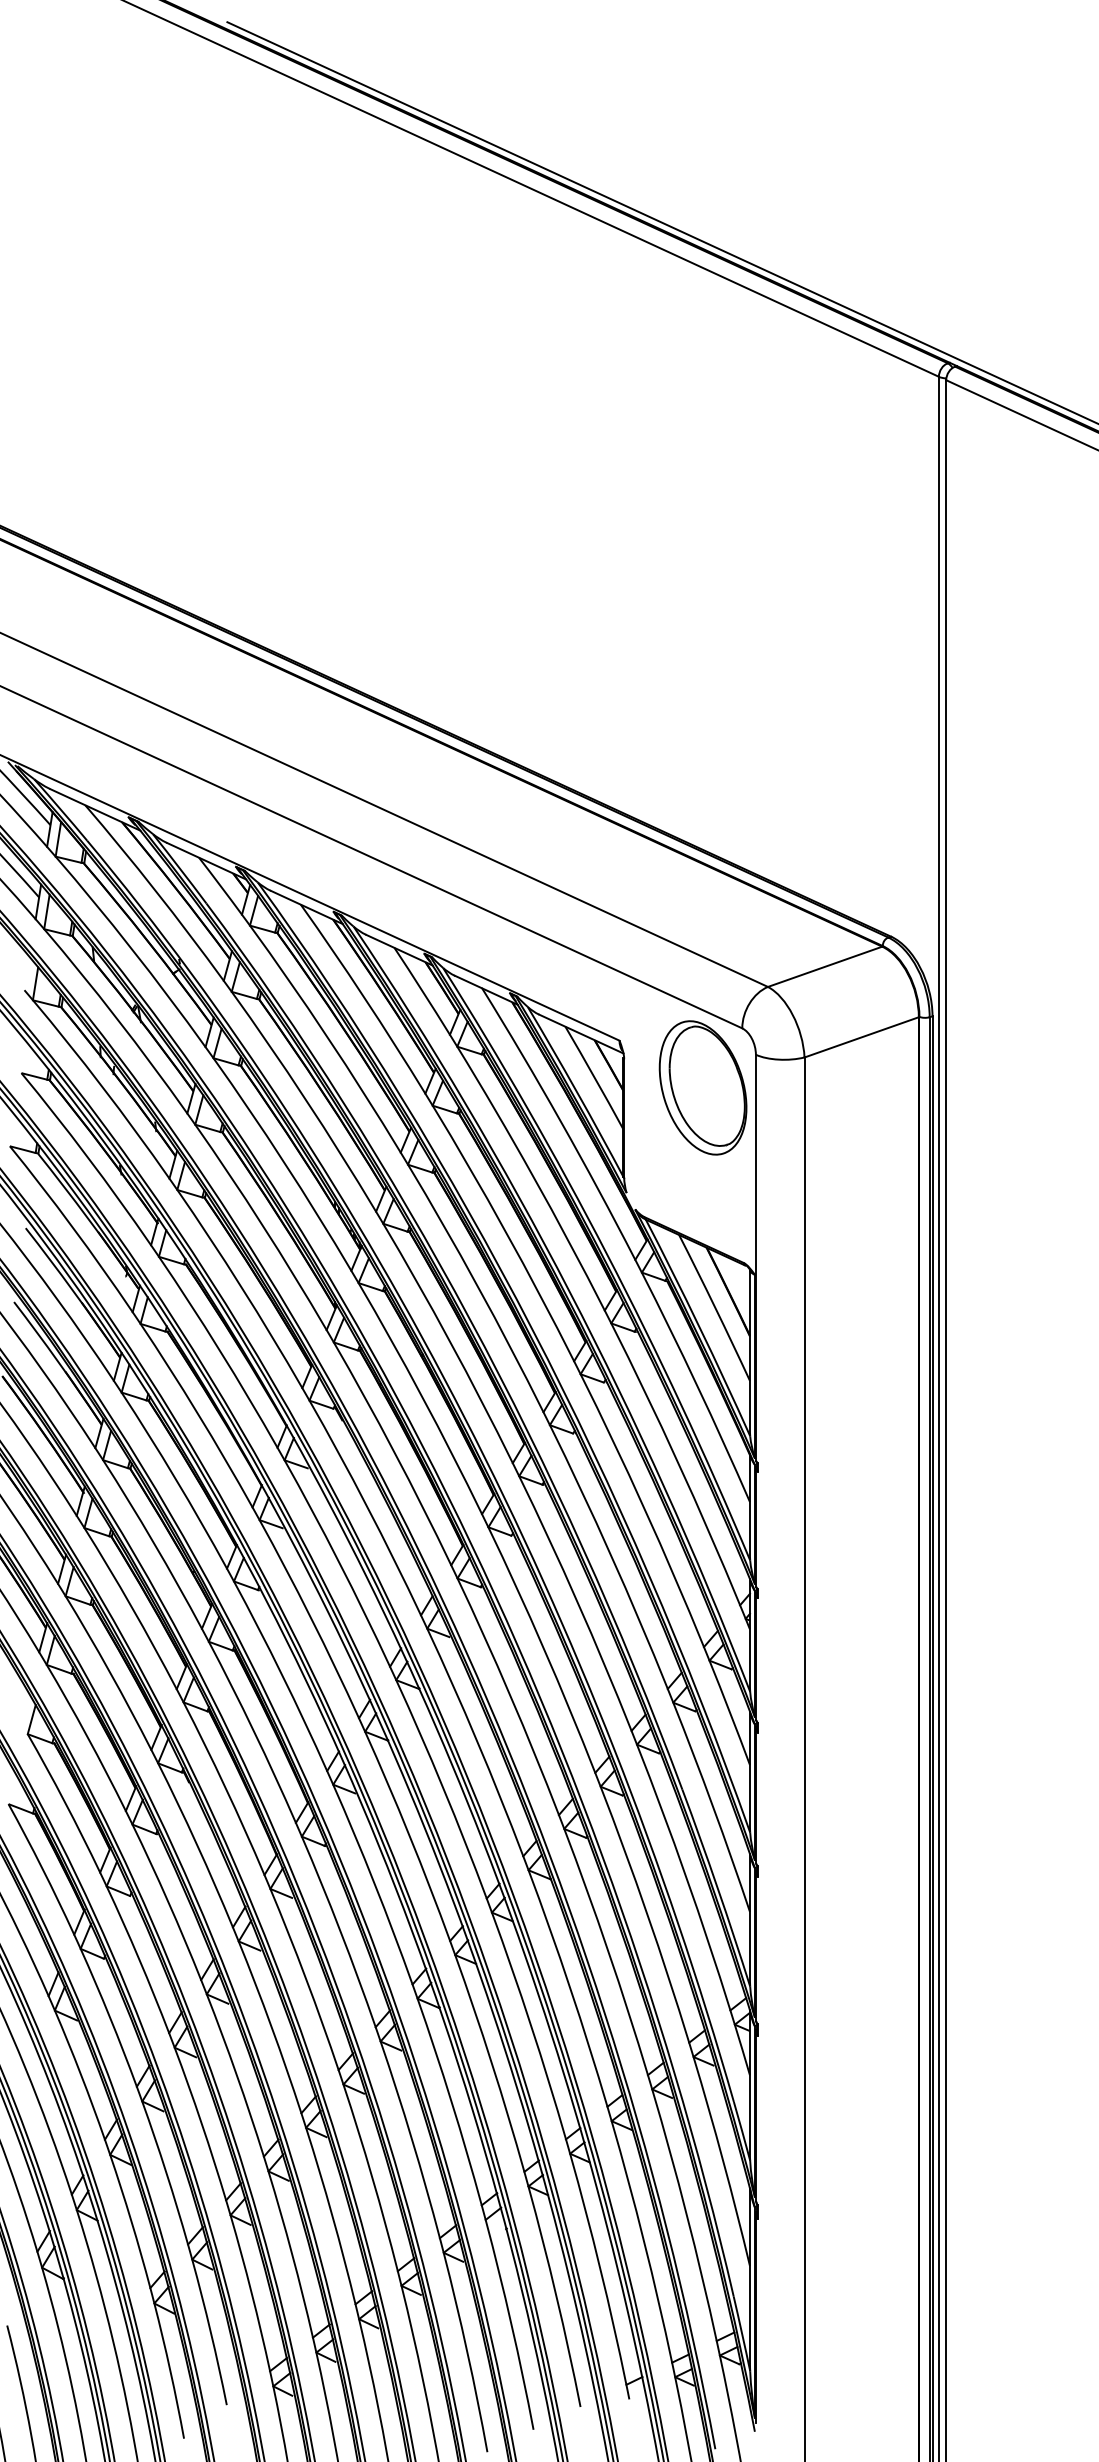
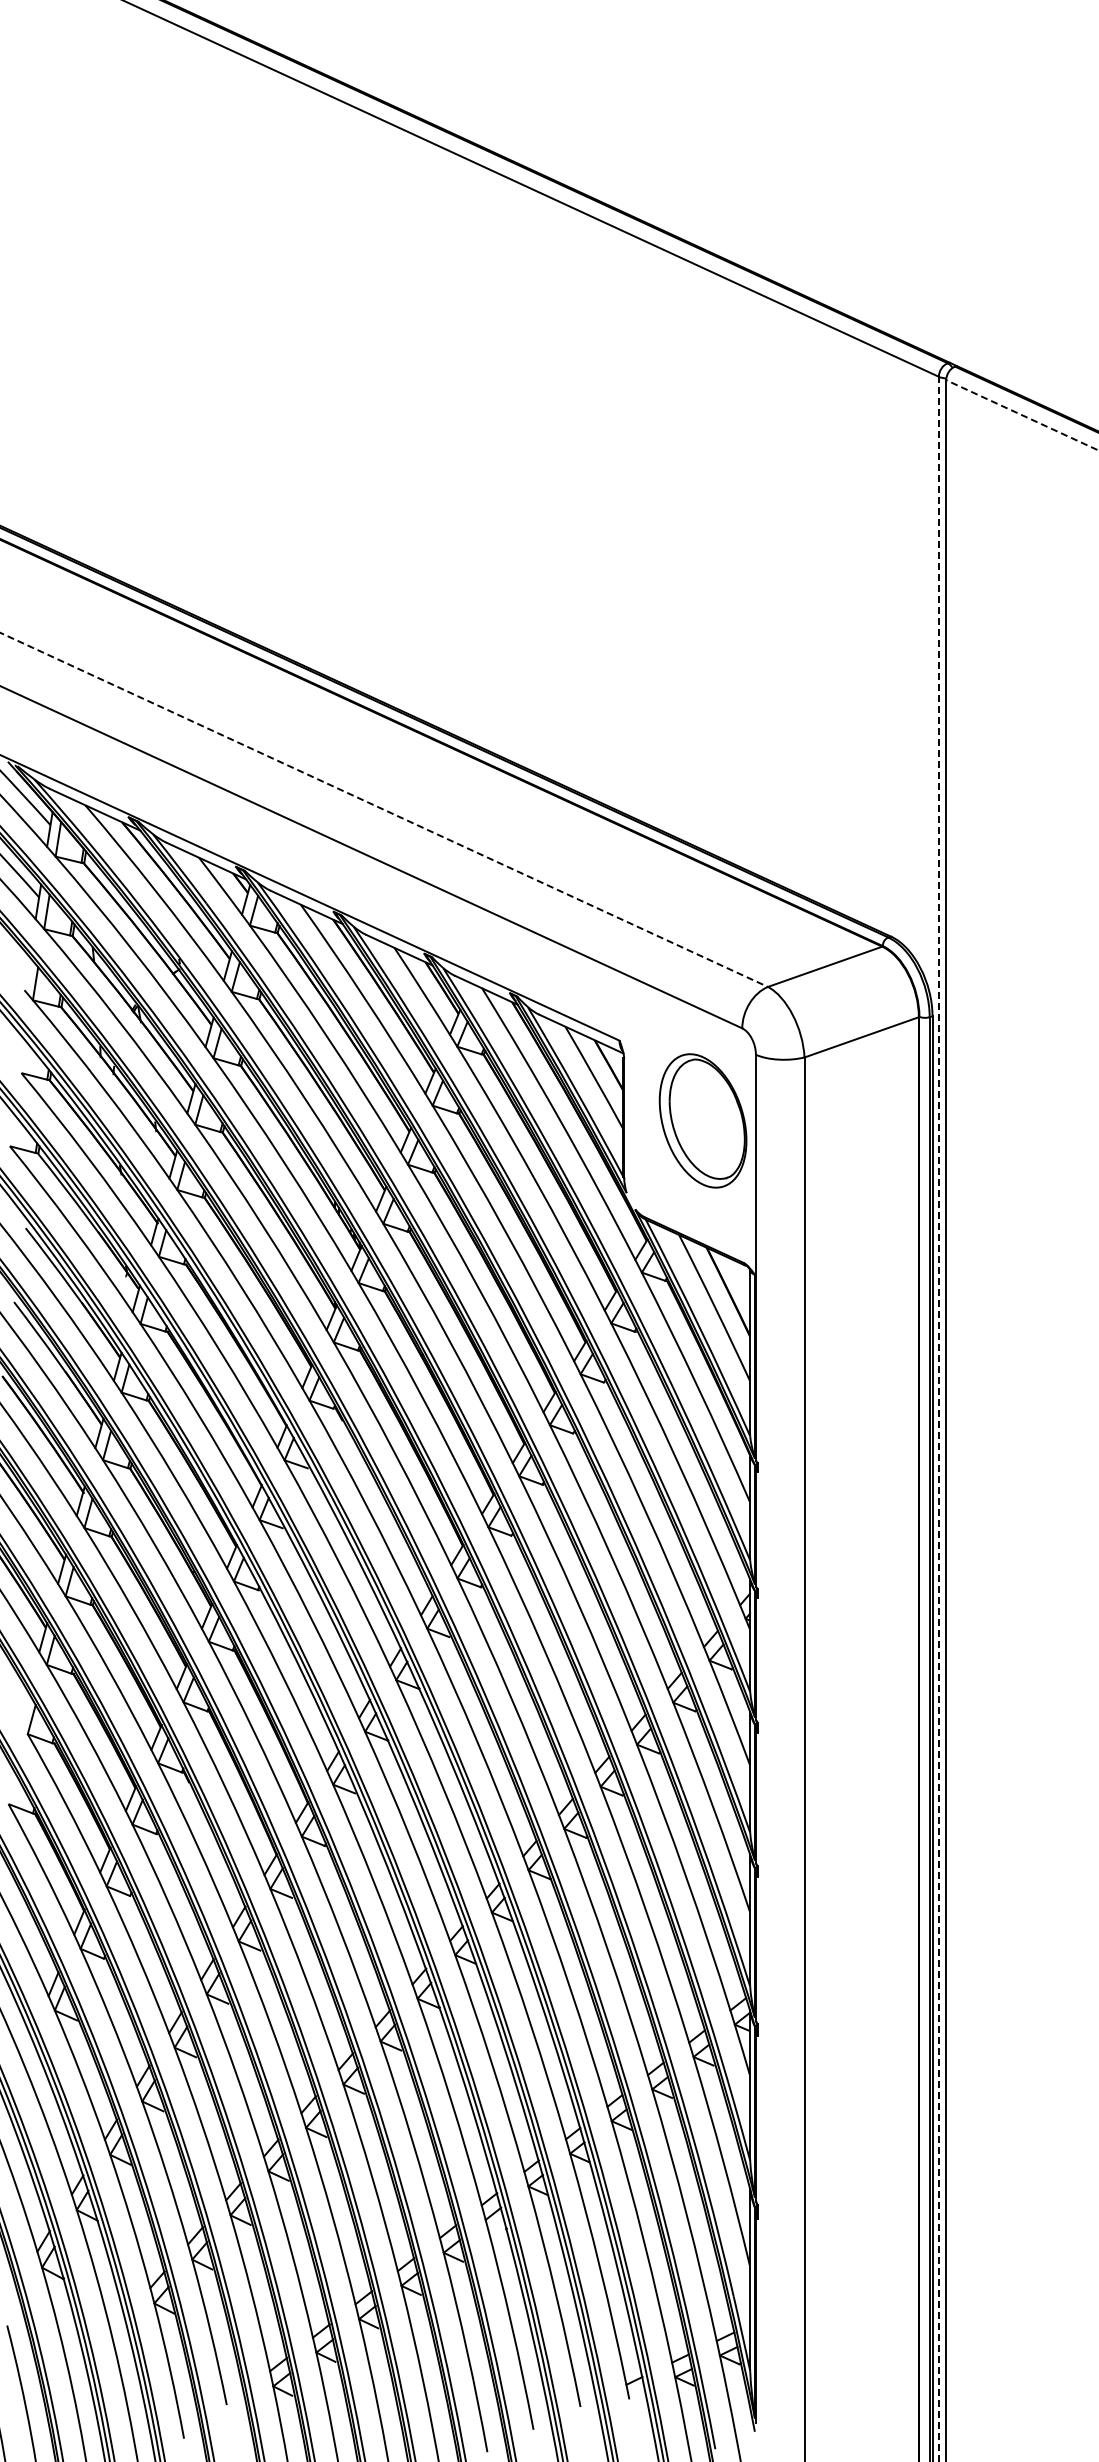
line at (661, 222): present -> none
line at (1022, 415): solid -> dashed
line at (384, 810): solid -> dashed
part at (702, 1087) position: (702, 1087) -> (702, 1120)
line at (938, 1418): solid -> dashed
